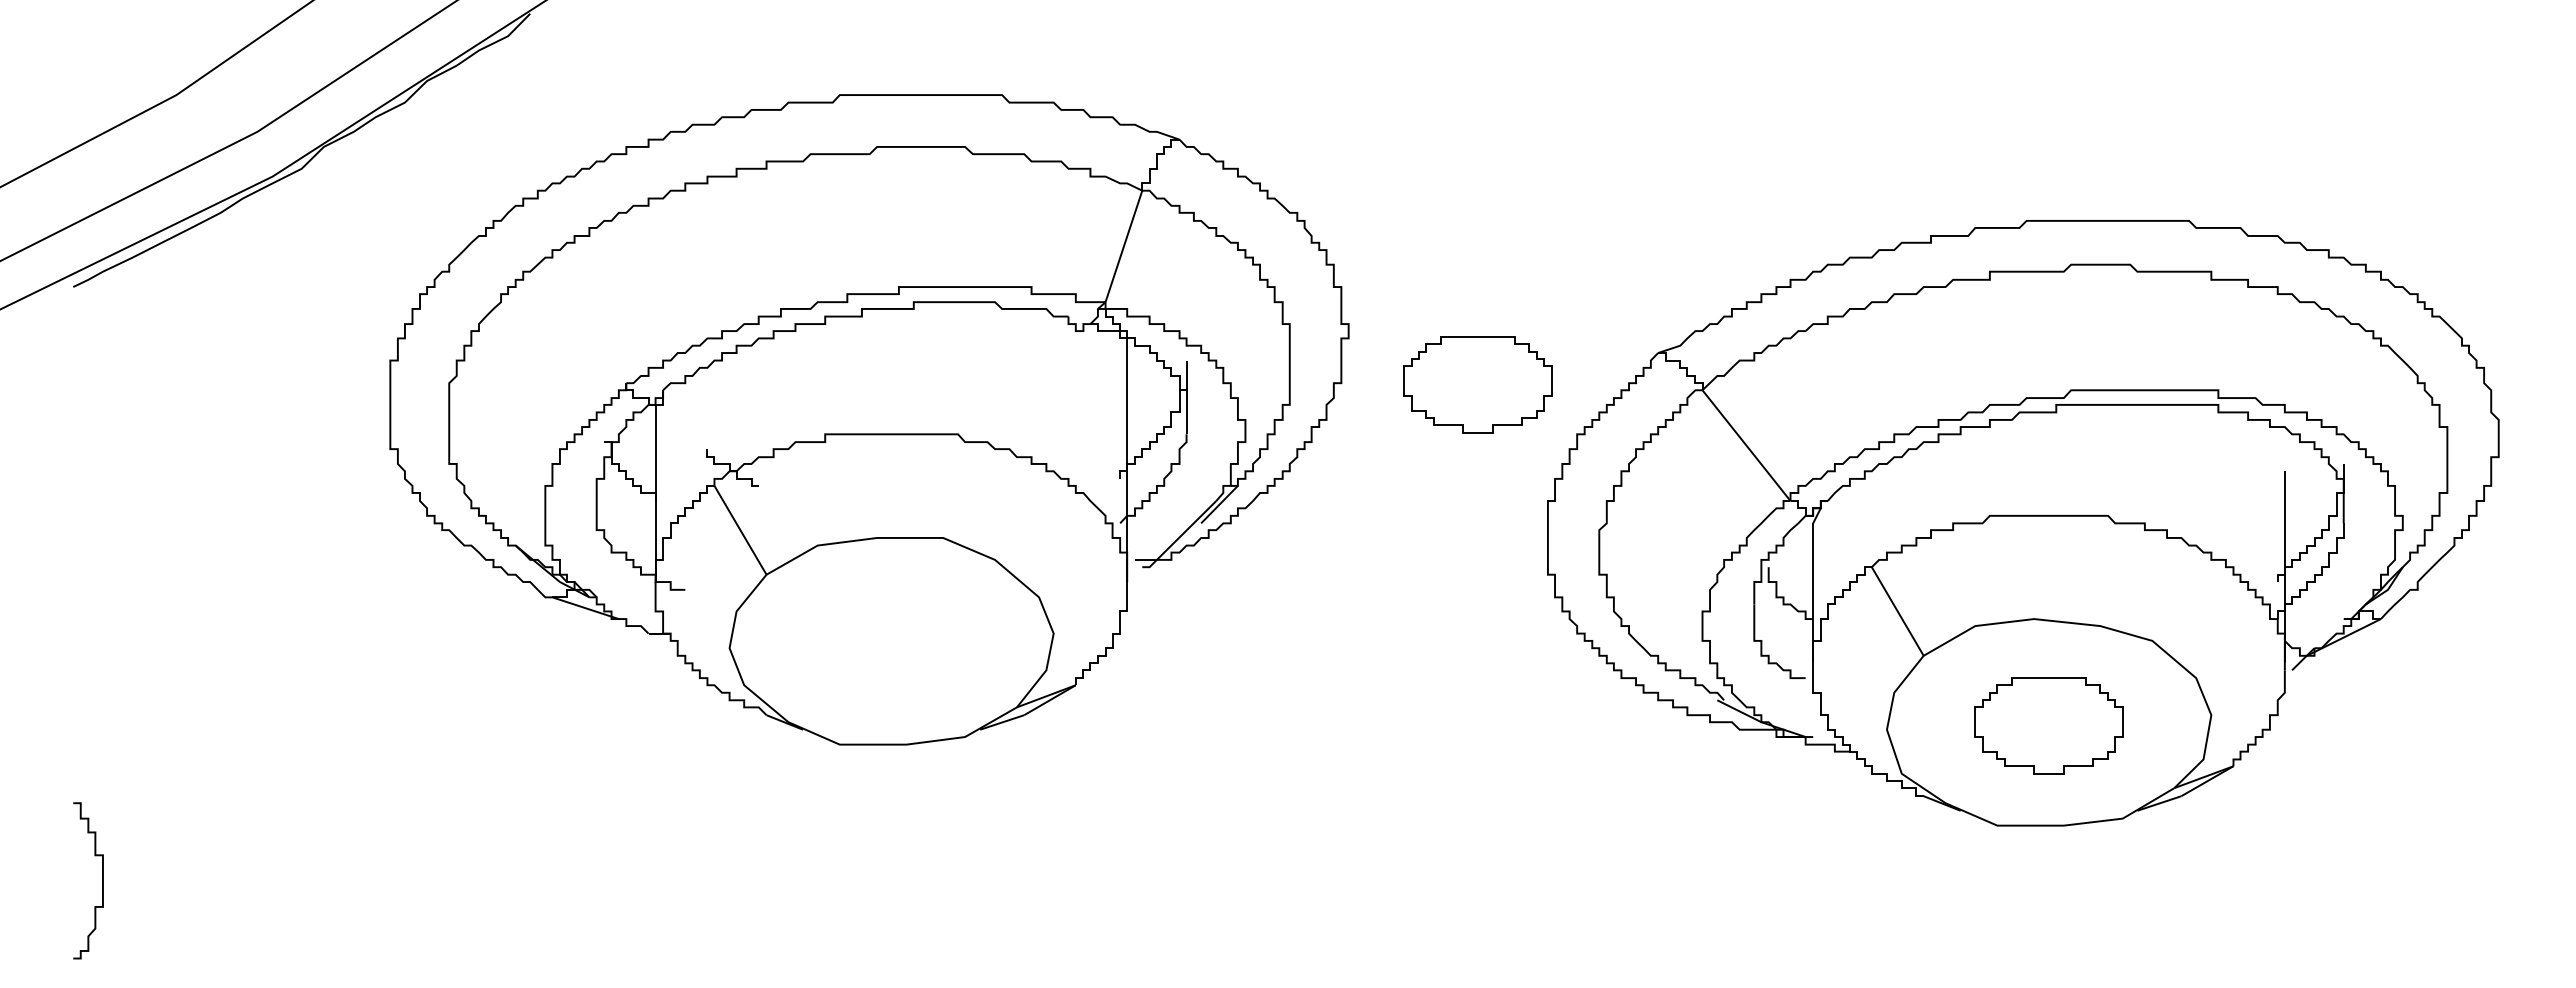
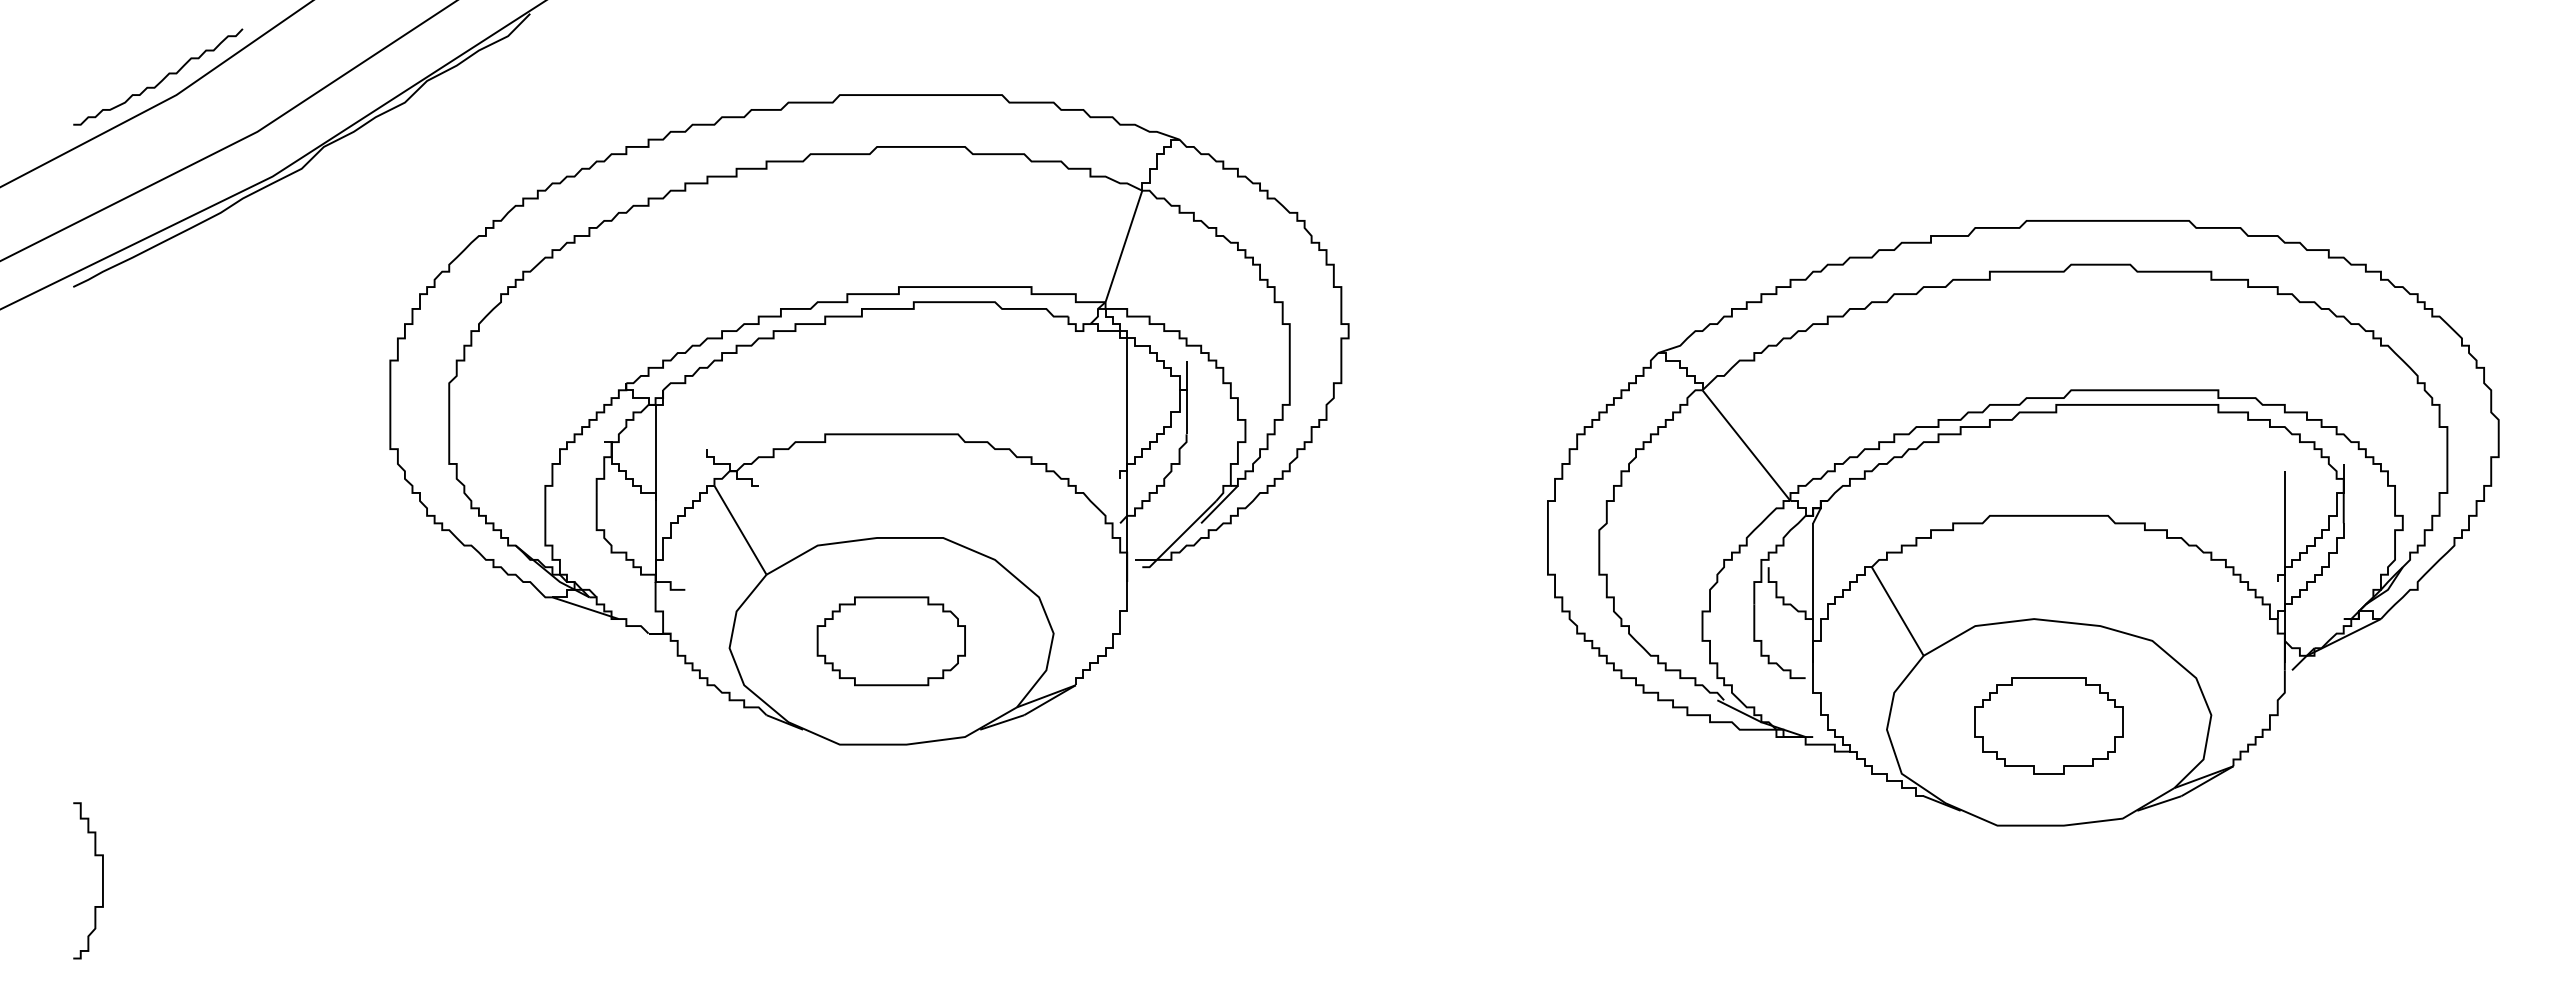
curve at (161, 79): none -> present
part at (1477, 384): present -> none
part at (890, 641): none -> present
